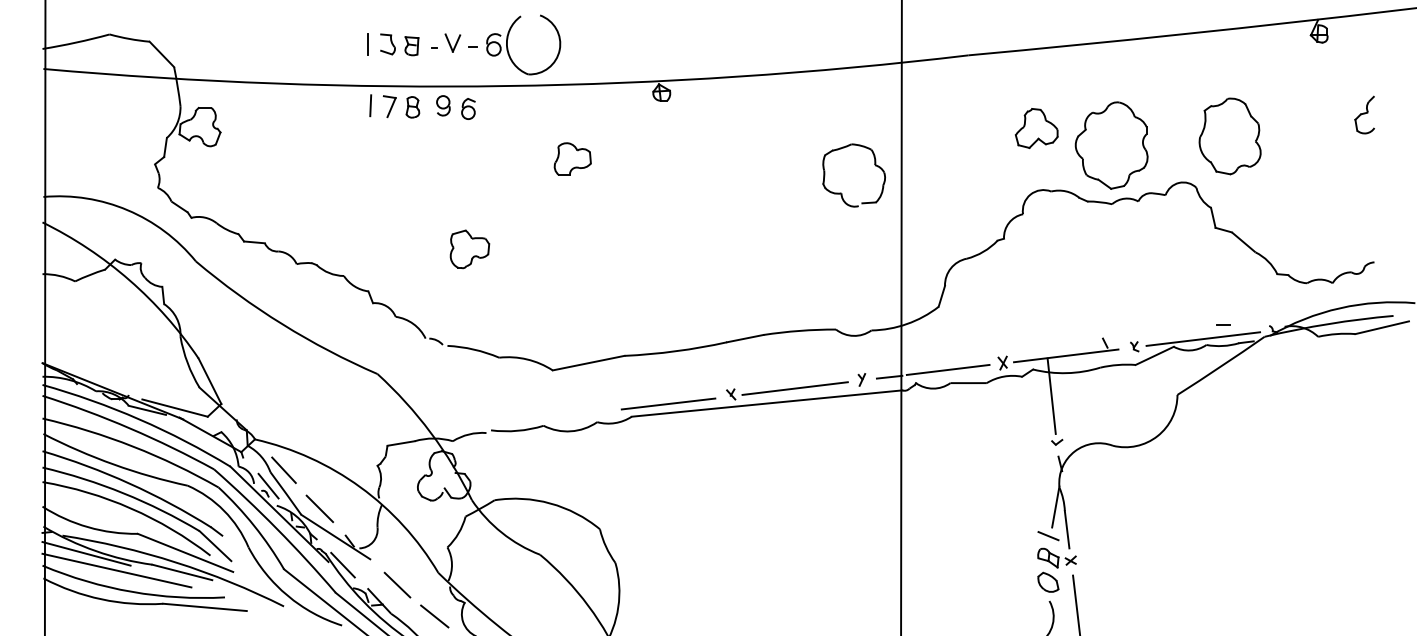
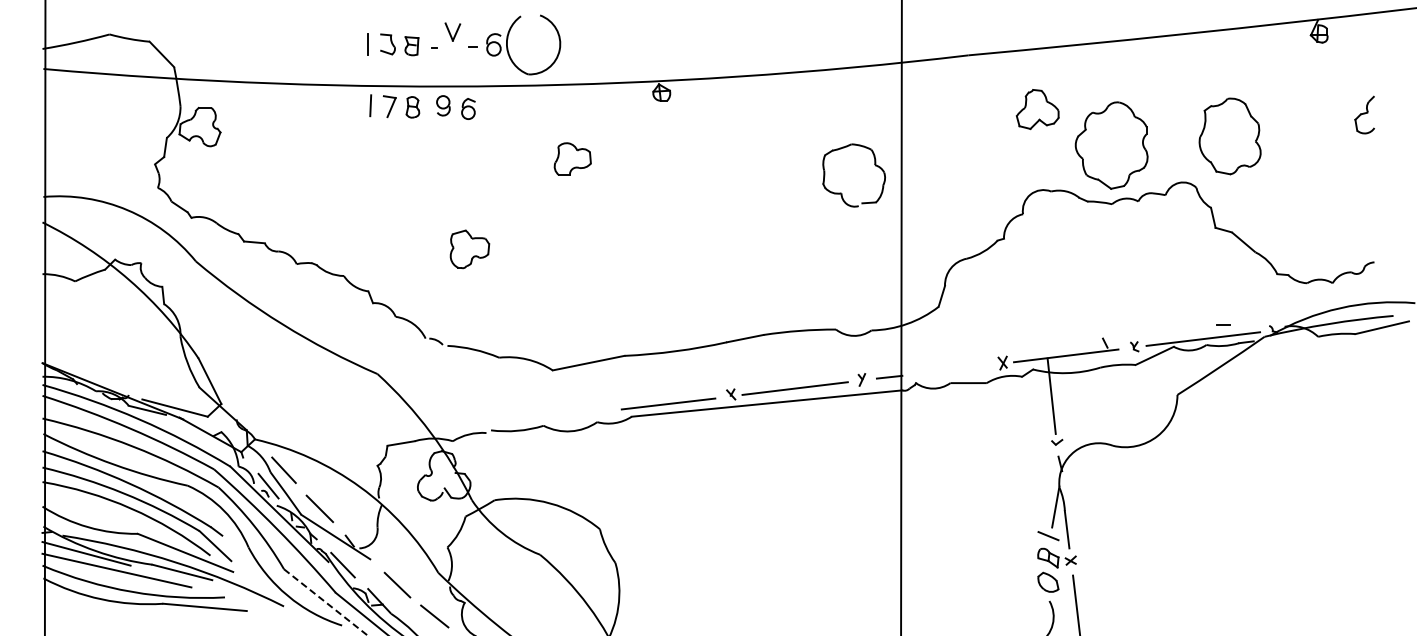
part at (452, 42) position: (452, 42) -> (452, 31)
part at (1036, 128) position: (1036, 128) -> (1037, 109)
line at (947, 369): present -> none
line at (326, 602): solid -> dashed
